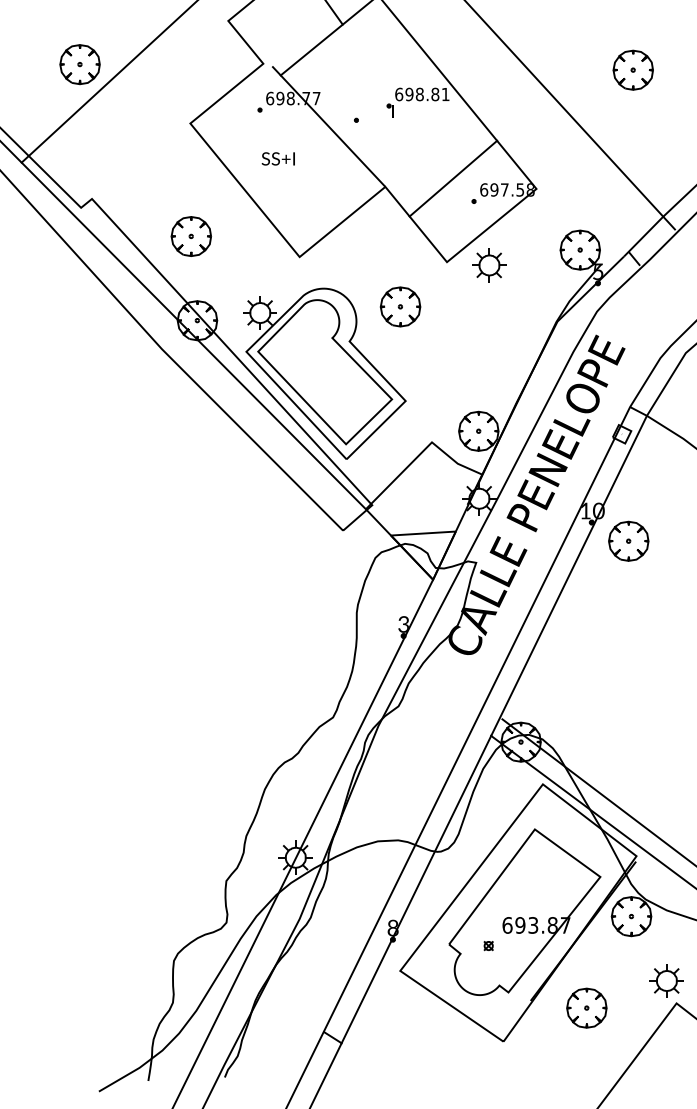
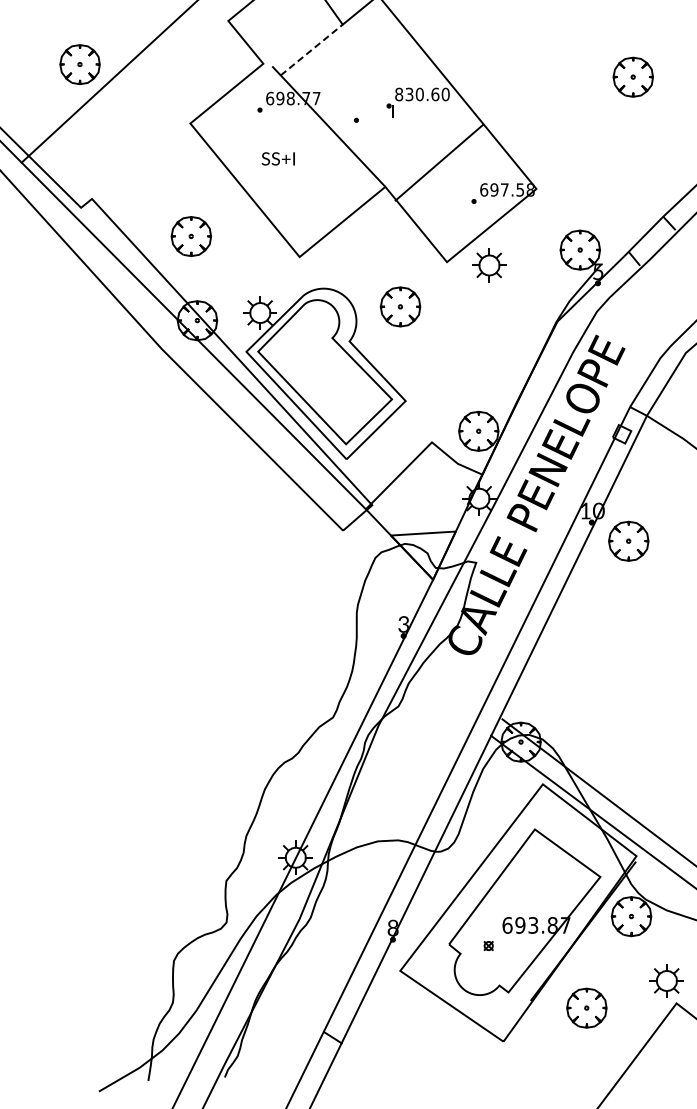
line at (312, 49): solid -> dashed
part at (632, 69) position: (632, 69) -> (632, 76)
text at (422, 94): 698.81 -> 830.60
line at (564, 109): present -> none
line at (453, 178) position: (453, 178) -> (439, 162)
